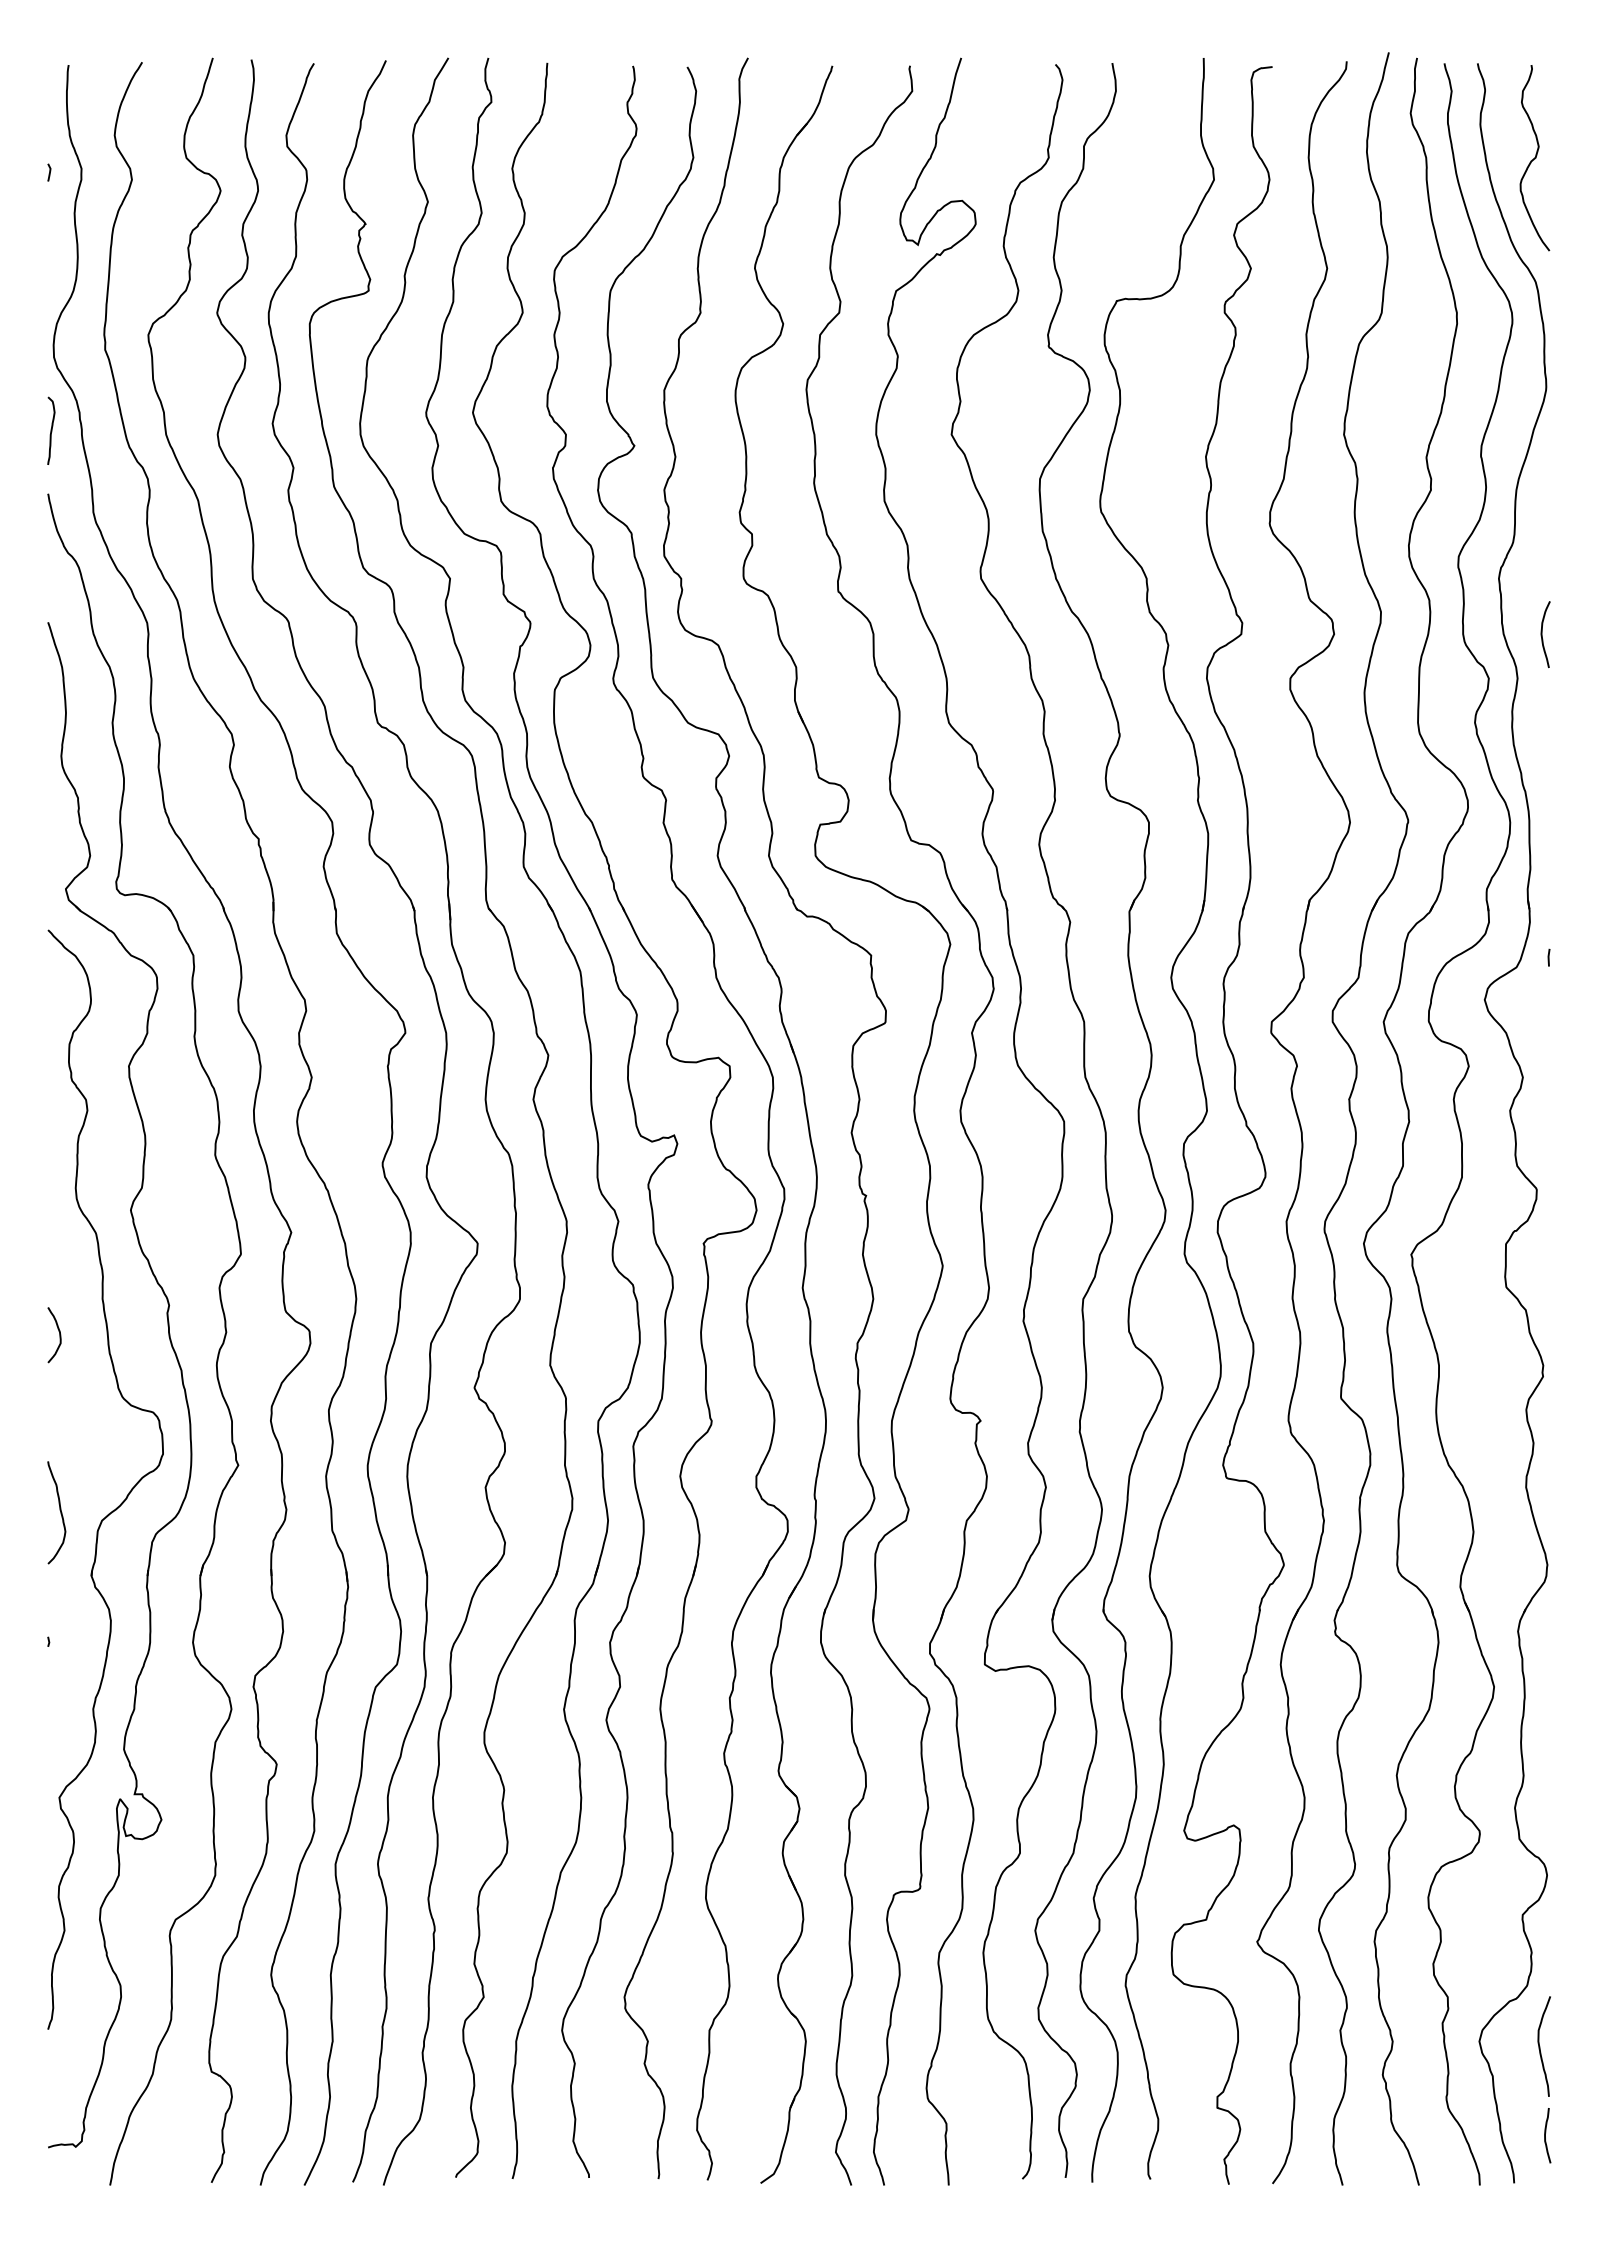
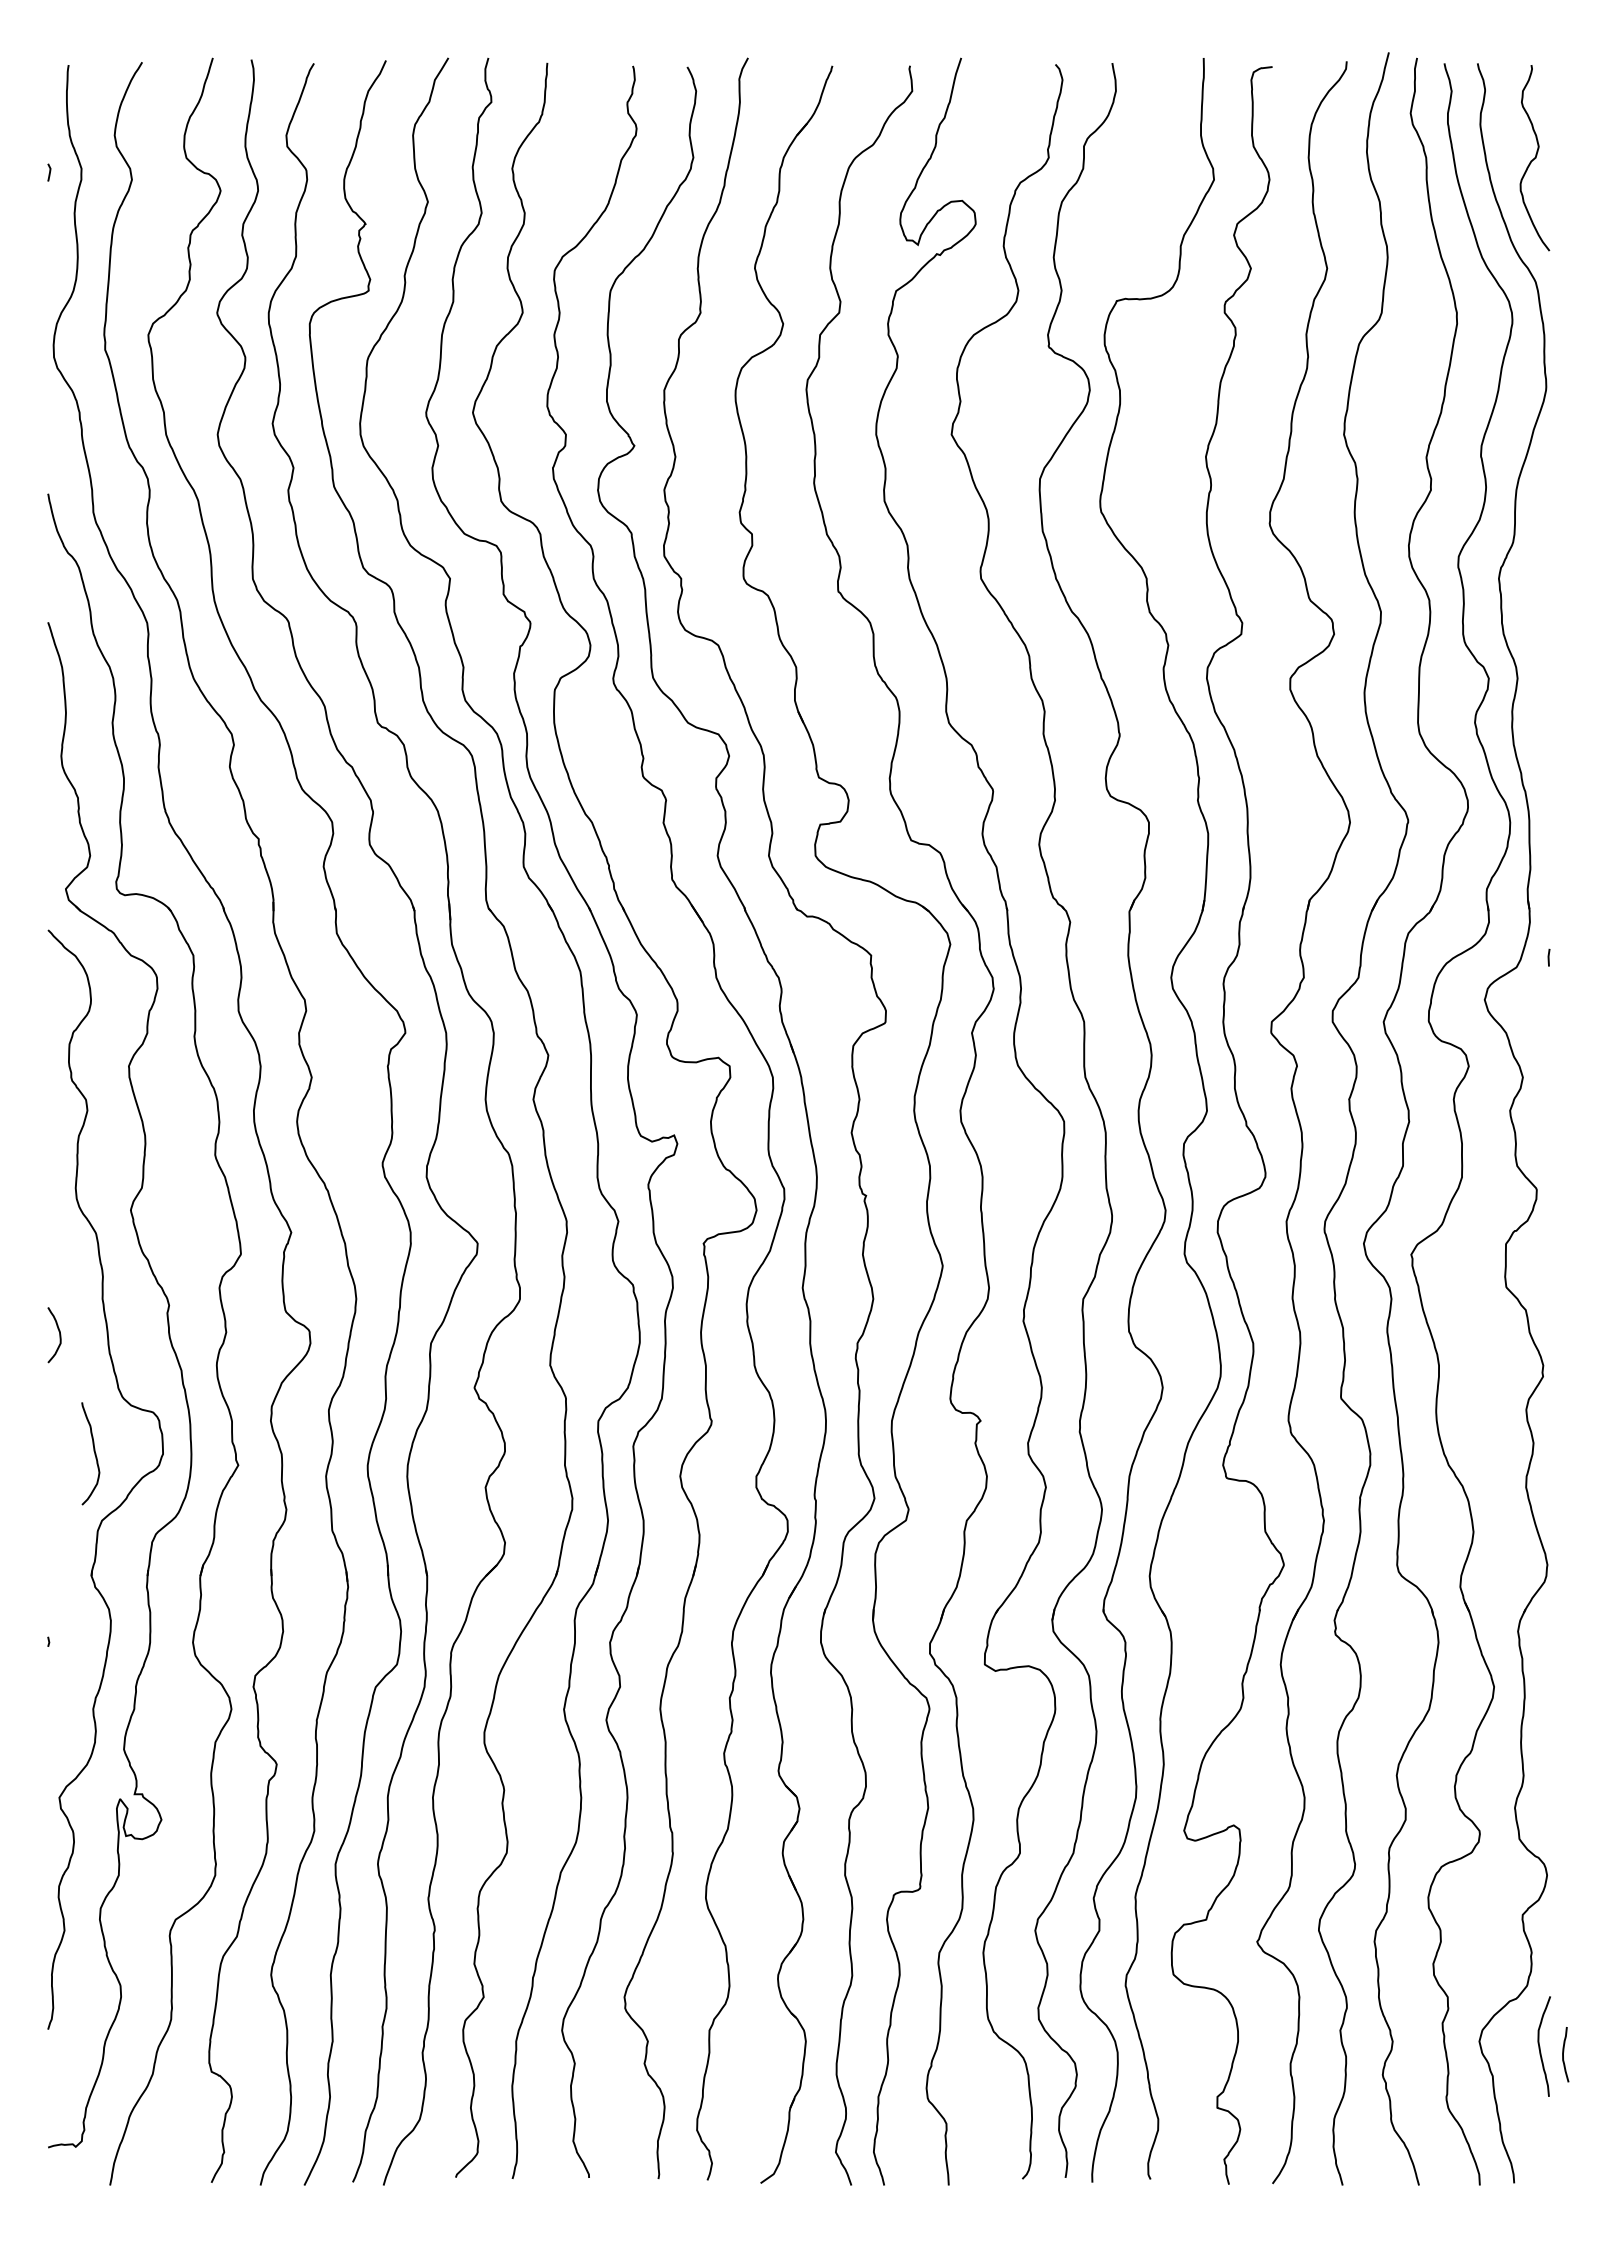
curve at (51, 430): present -> none
curve at (1542, 634): present -> none
curve at (59, 1510) position: (59, 1510) -> (93, 1451)
curve at (1545, 2135) position: (1545, 2135) -> (1563, 2054)
